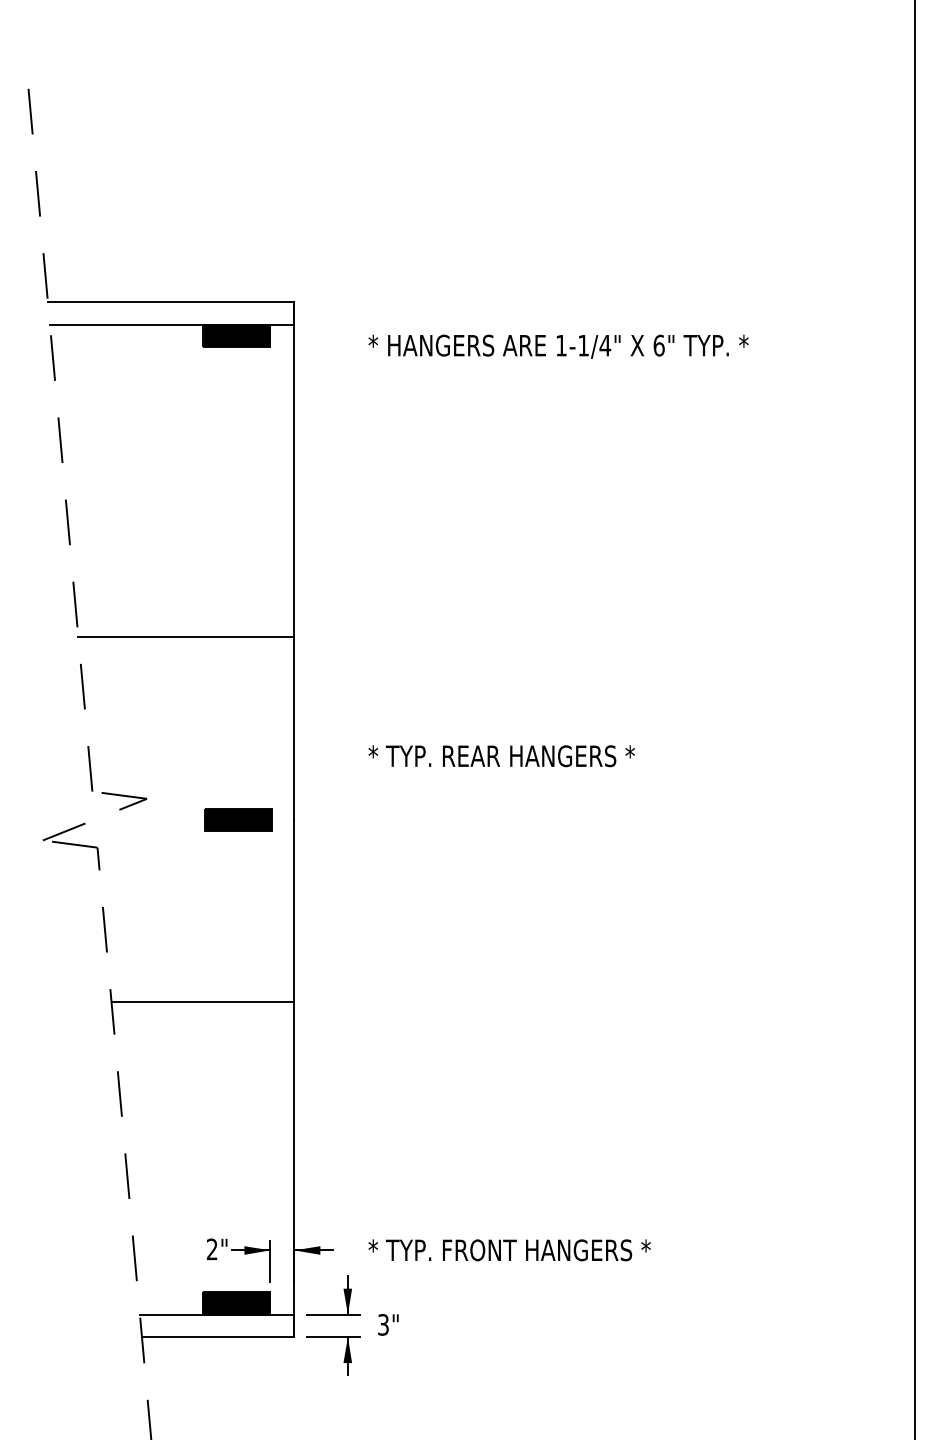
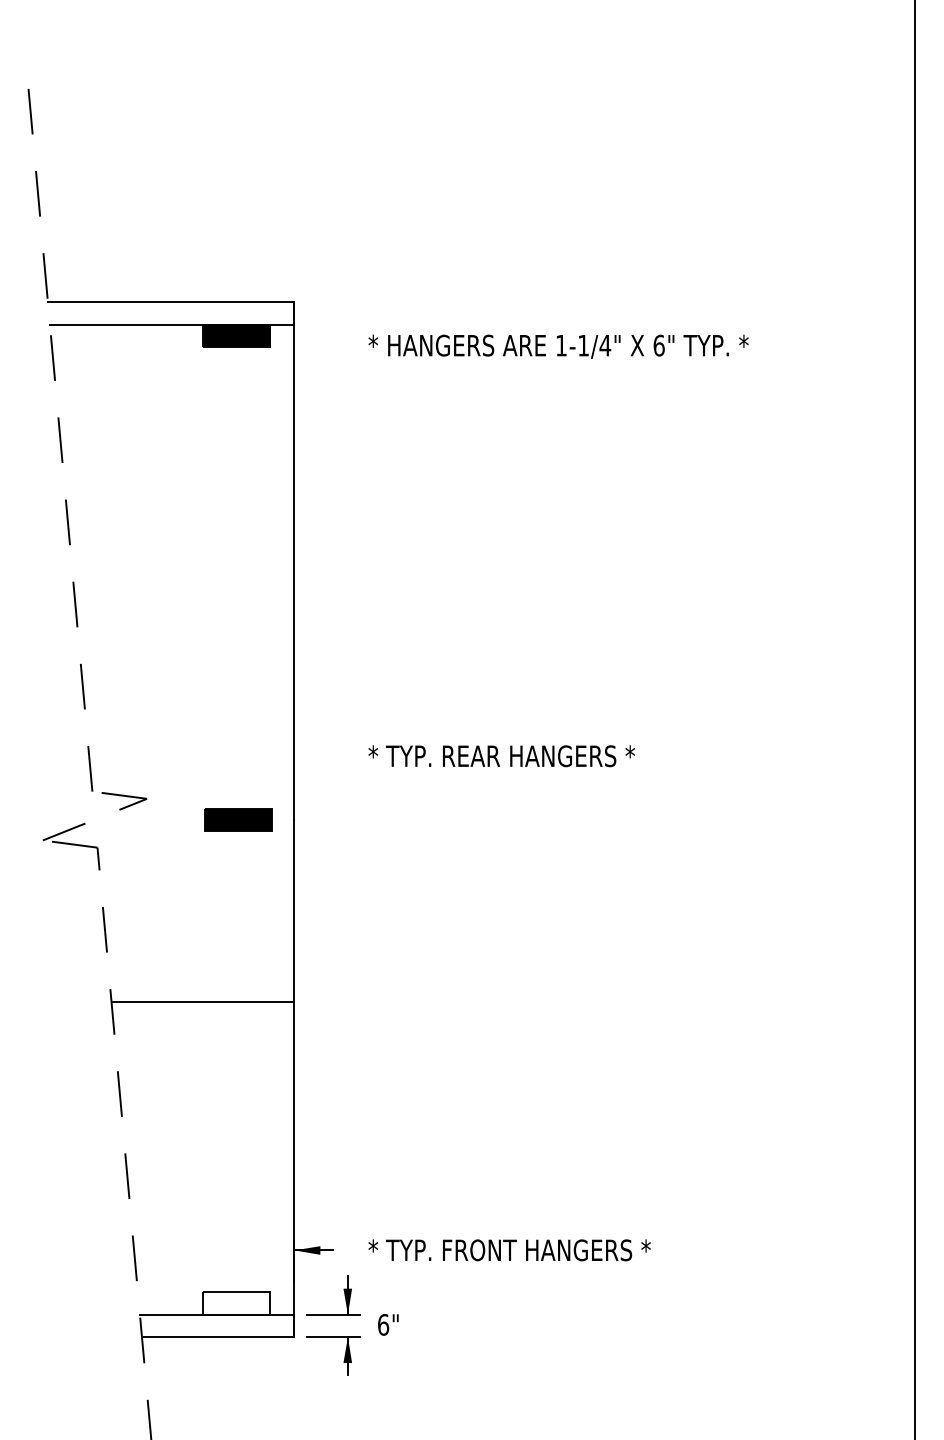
line at (186, 637): present -> none
part at (244, 1254): present -> none
fill at (236, 1303): present -> none
text at (383, 1324): 3" -> 6"
